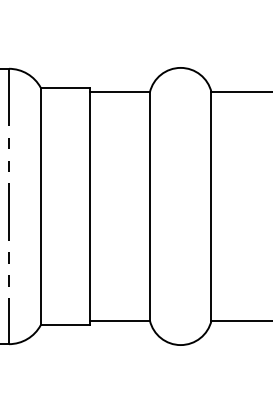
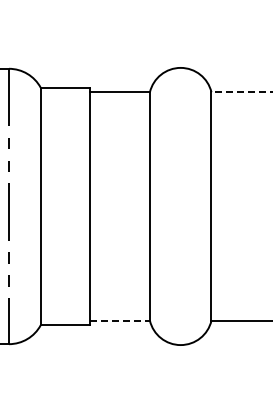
line at (241, 92): solid -> dashed
line at (120, 320): solid -> dashed
